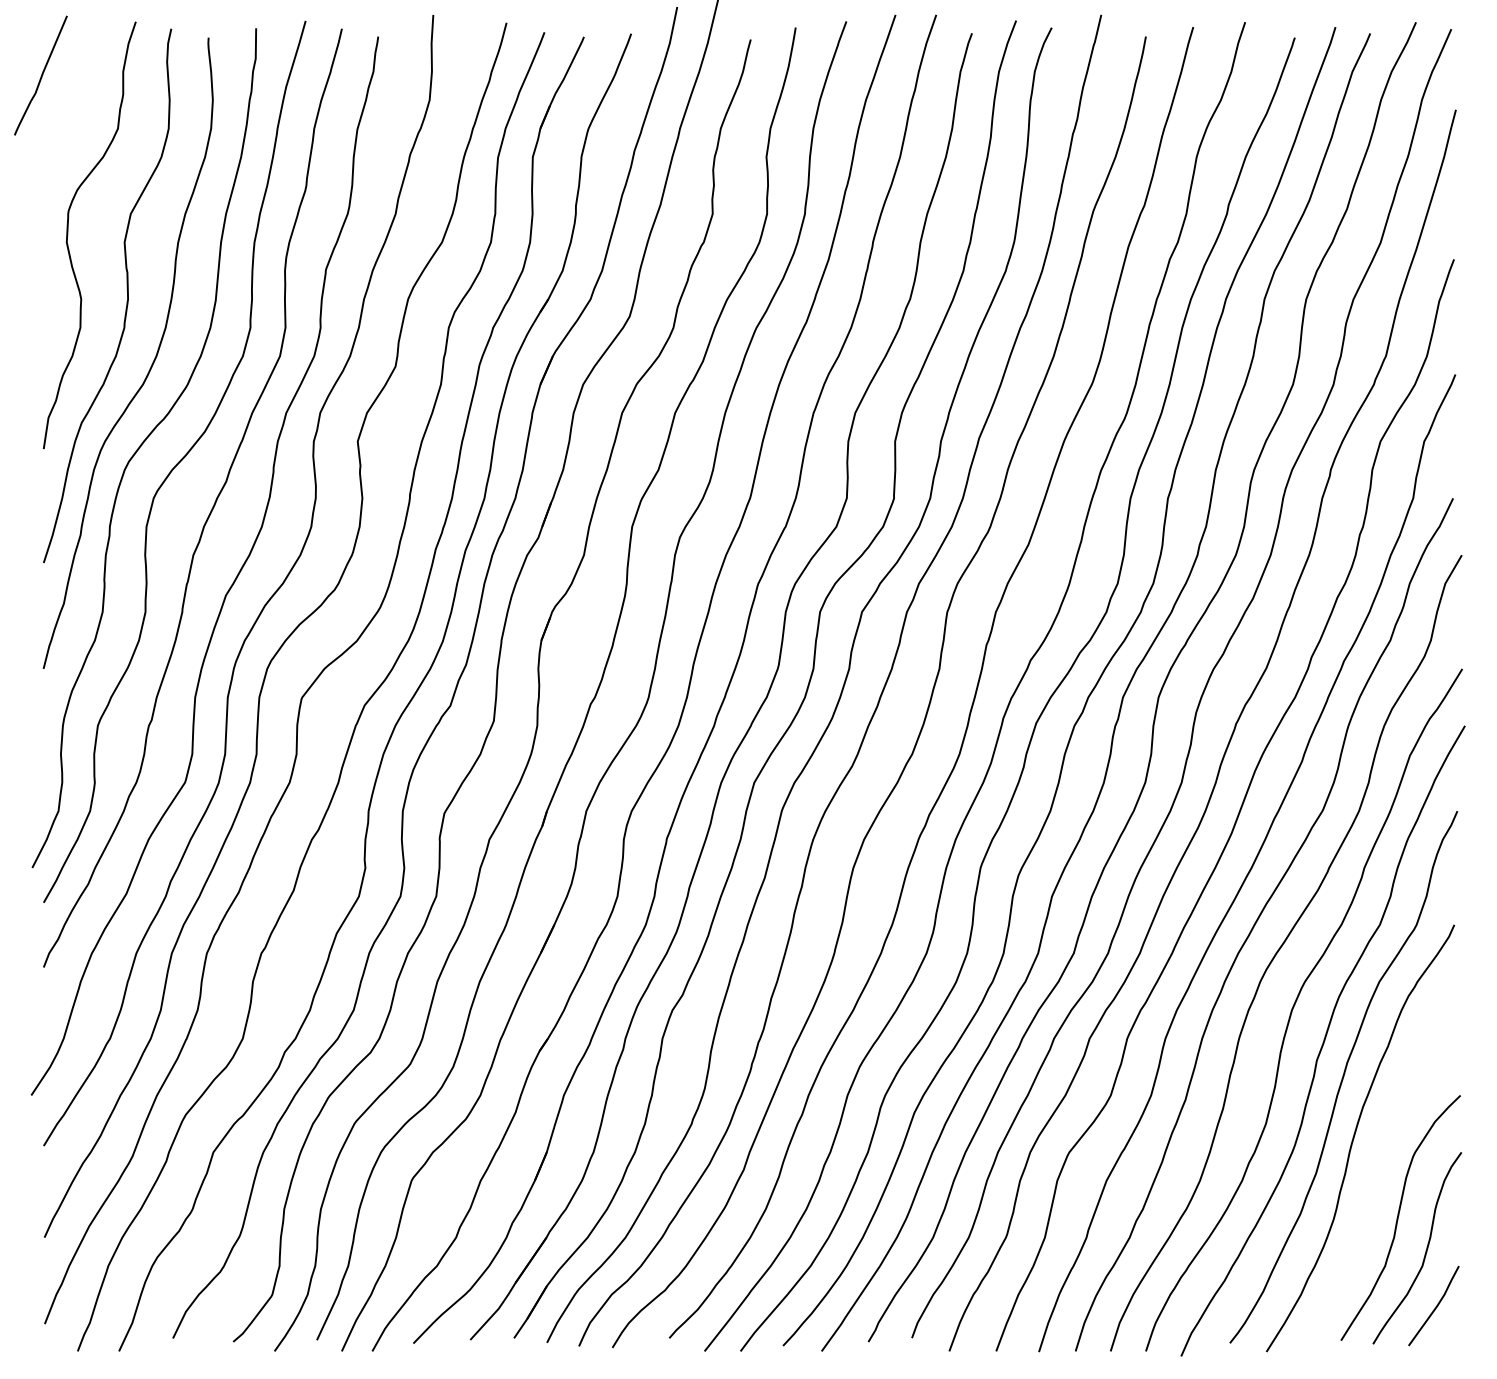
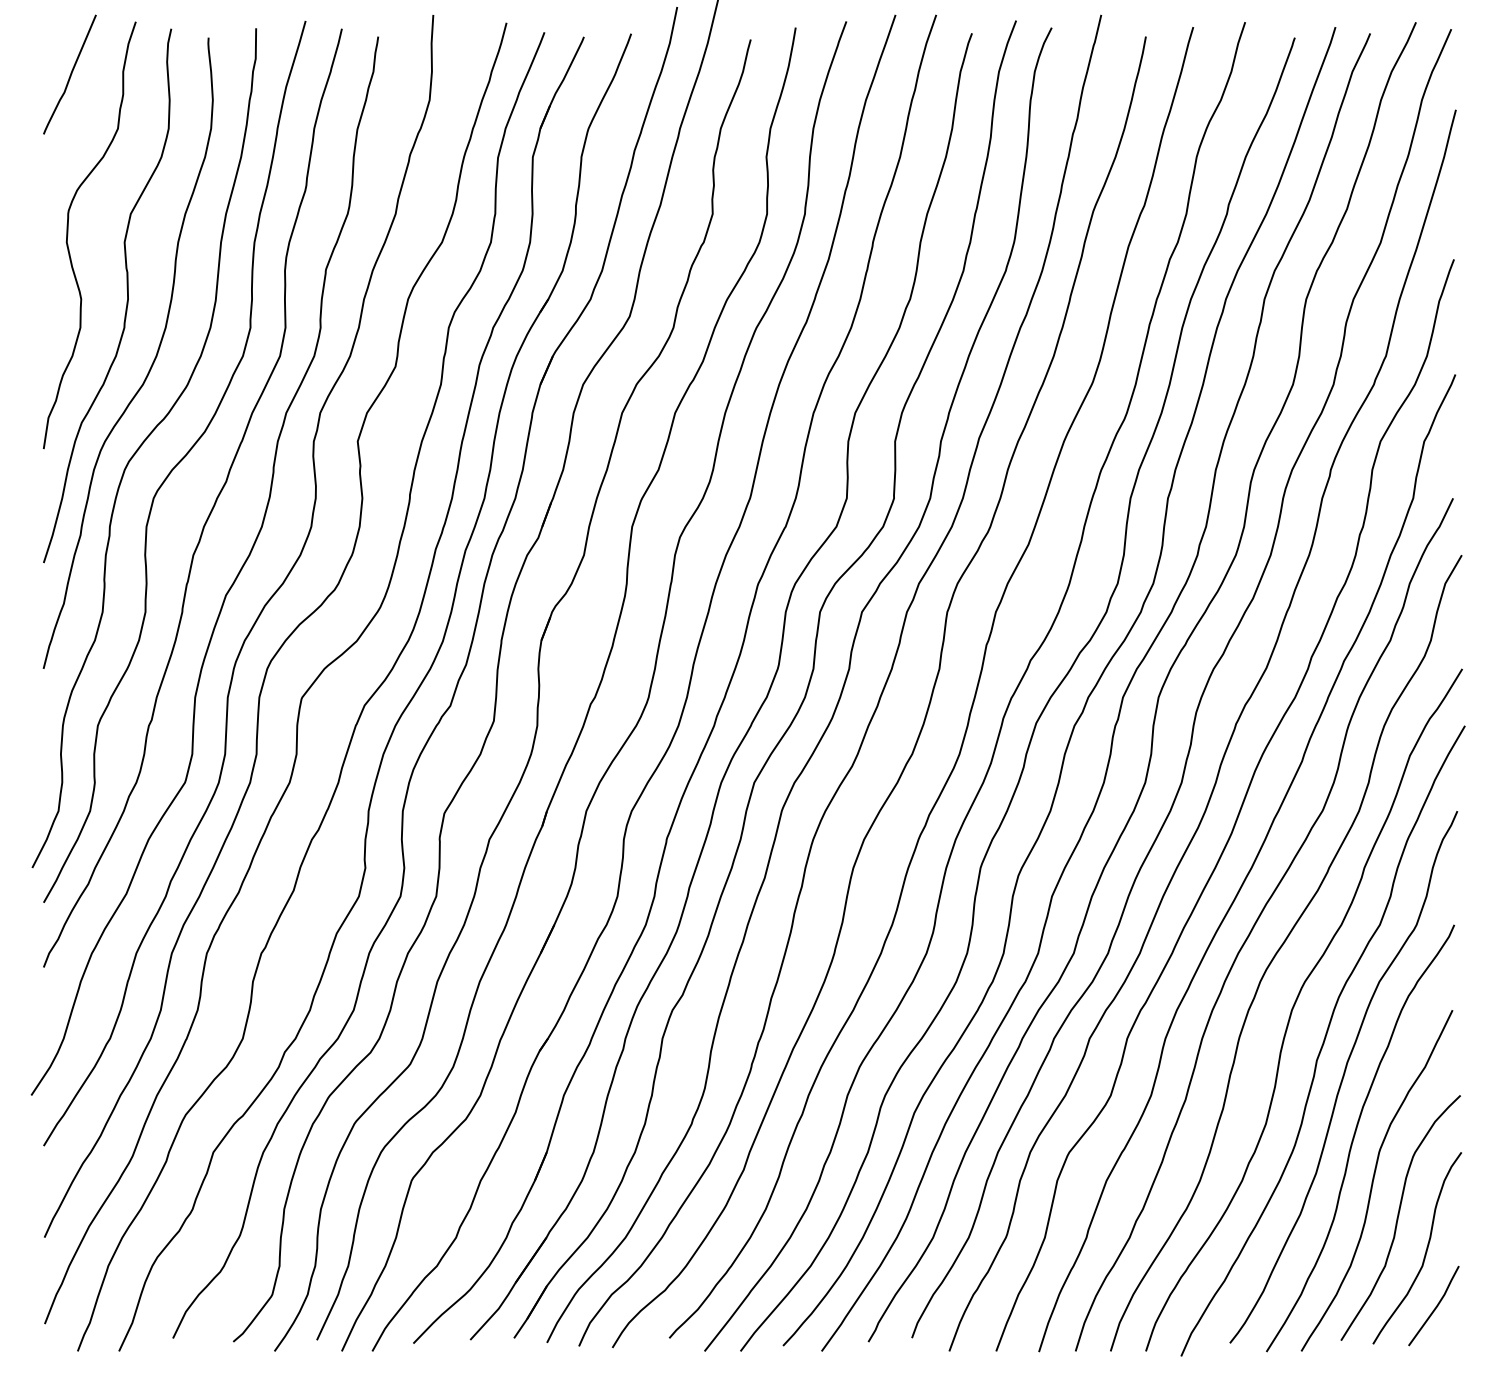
curve at (41, 75) position: (41, 75) -> (70, 74)
curve at (1374, 1179): none -> present
